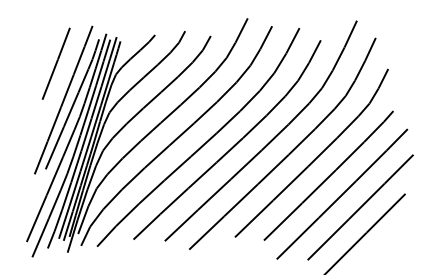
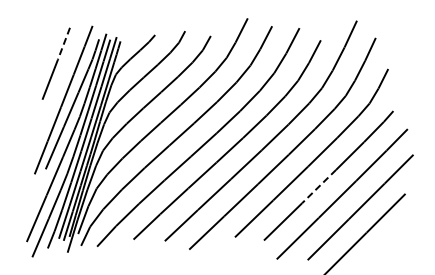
line at (63, 44): solid -> dashed
line at (319, 186): solid -> dashed
